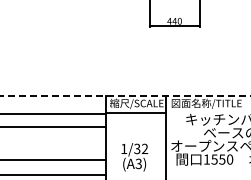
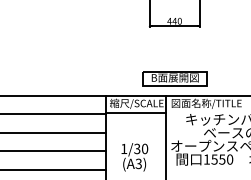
part at (174, 78): none -> present
line at (125, 95): dashed -> solid
line at (54, 126) position: (54, 126) -> (54, 132)
text at (144, 149): 1/32 -> 1/30
line at (54, 160) position: (54, 160) -> (54, 151)
line at (54, 174) position: (54, 174) -> (54, 169)
